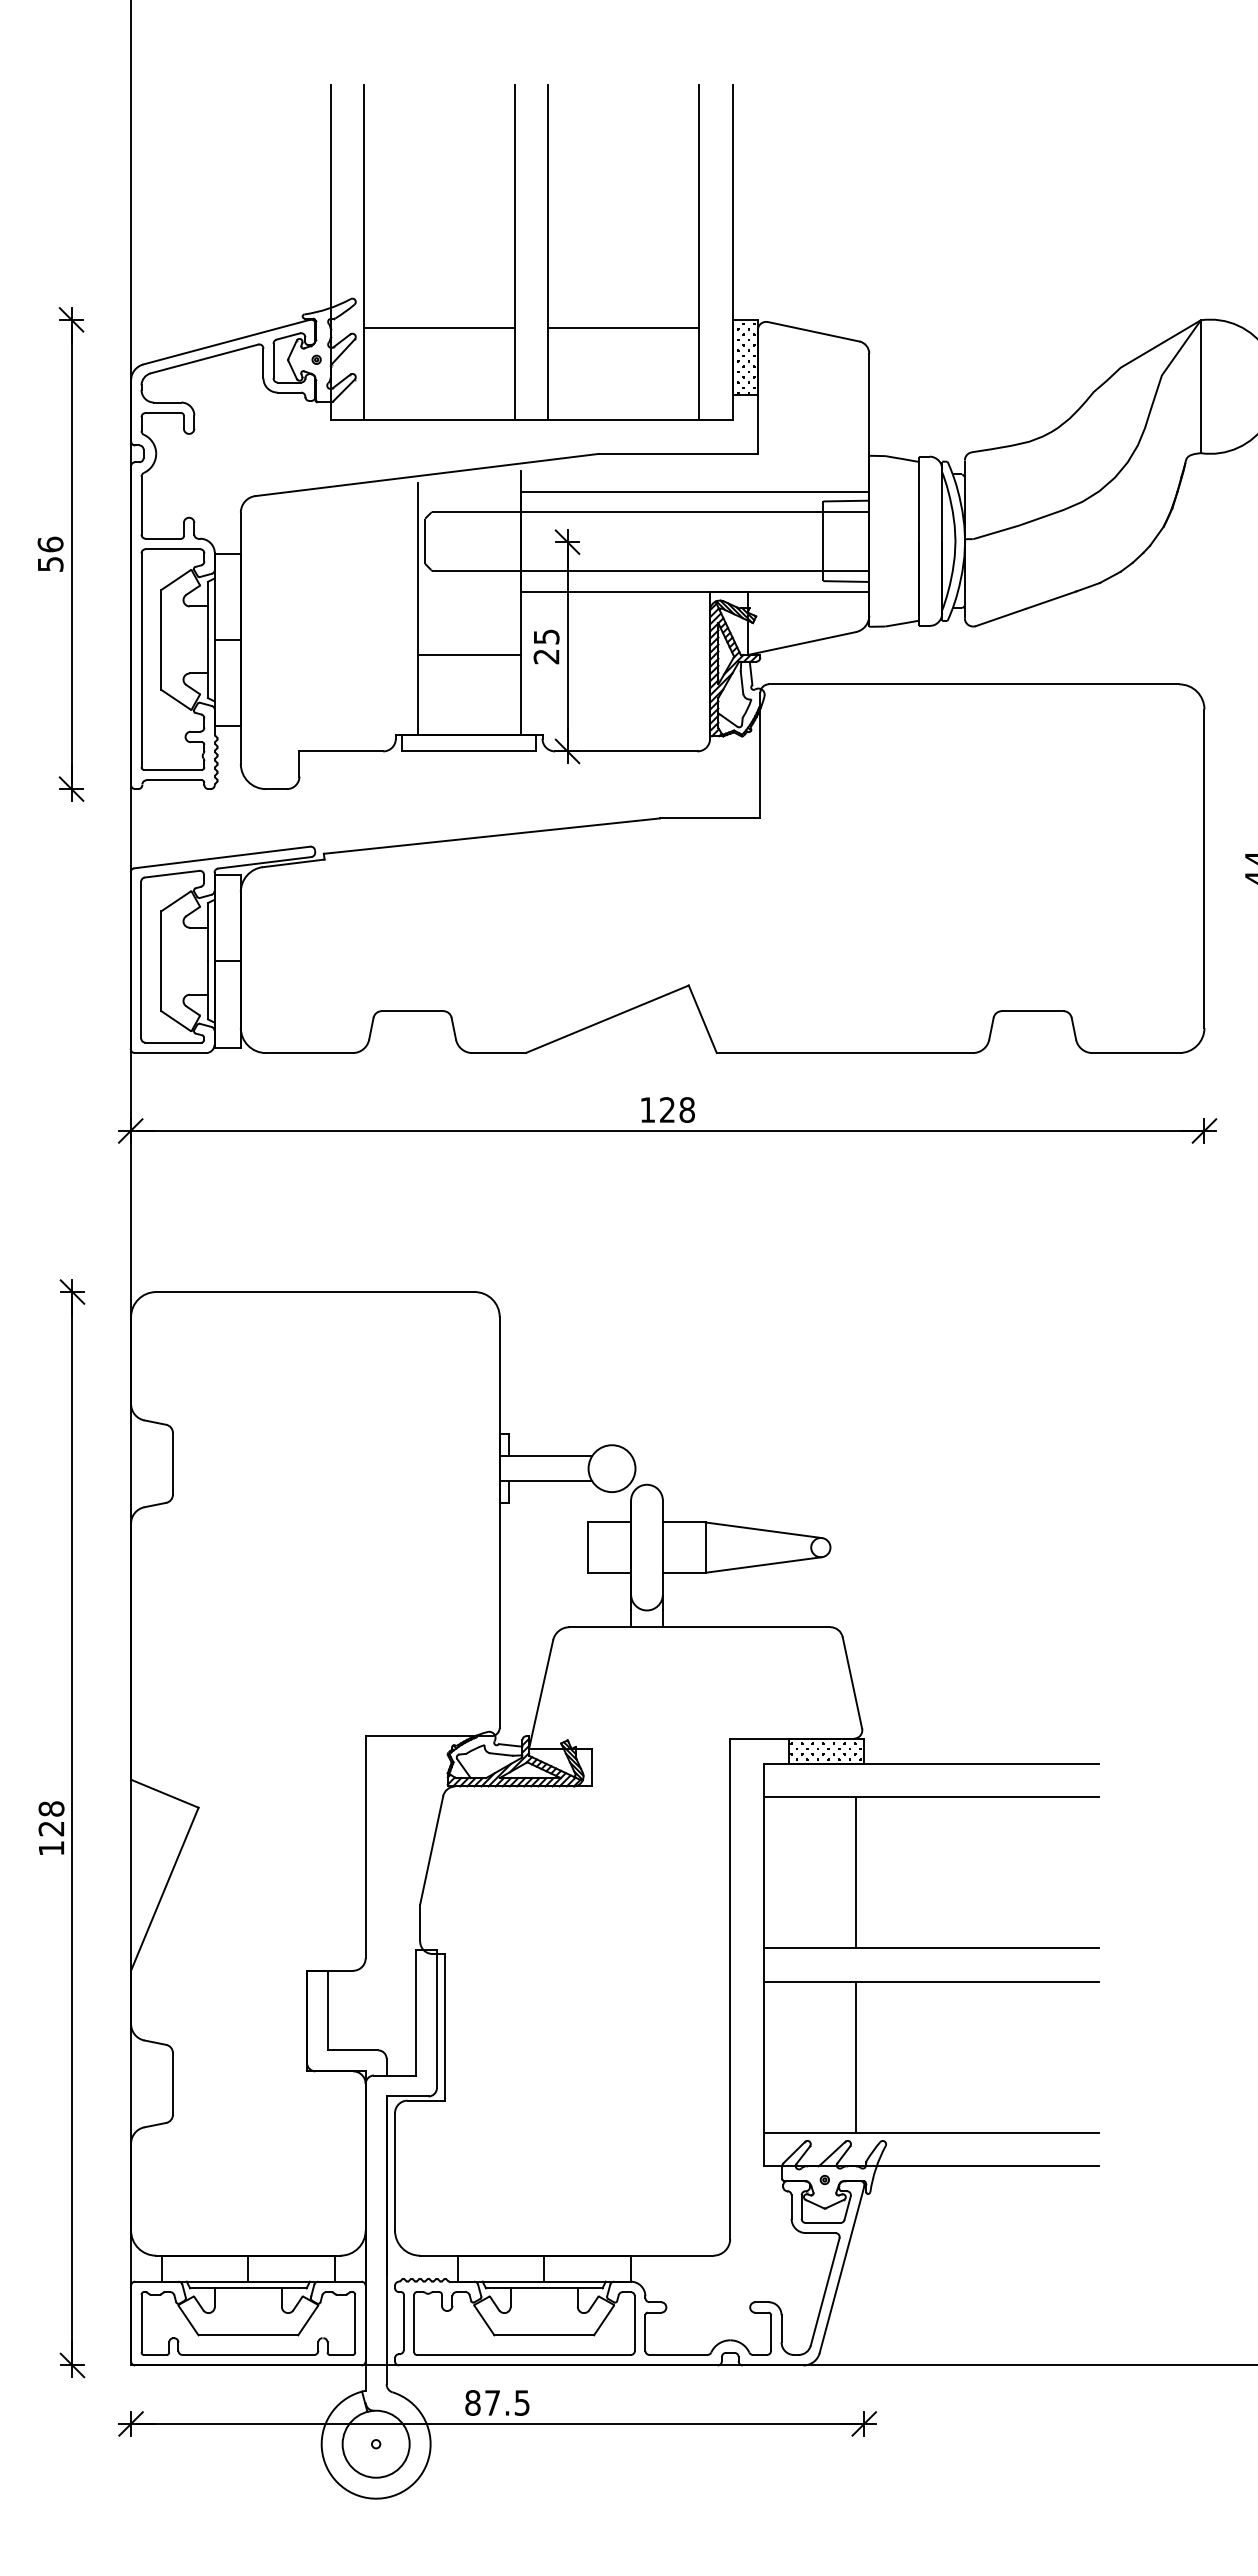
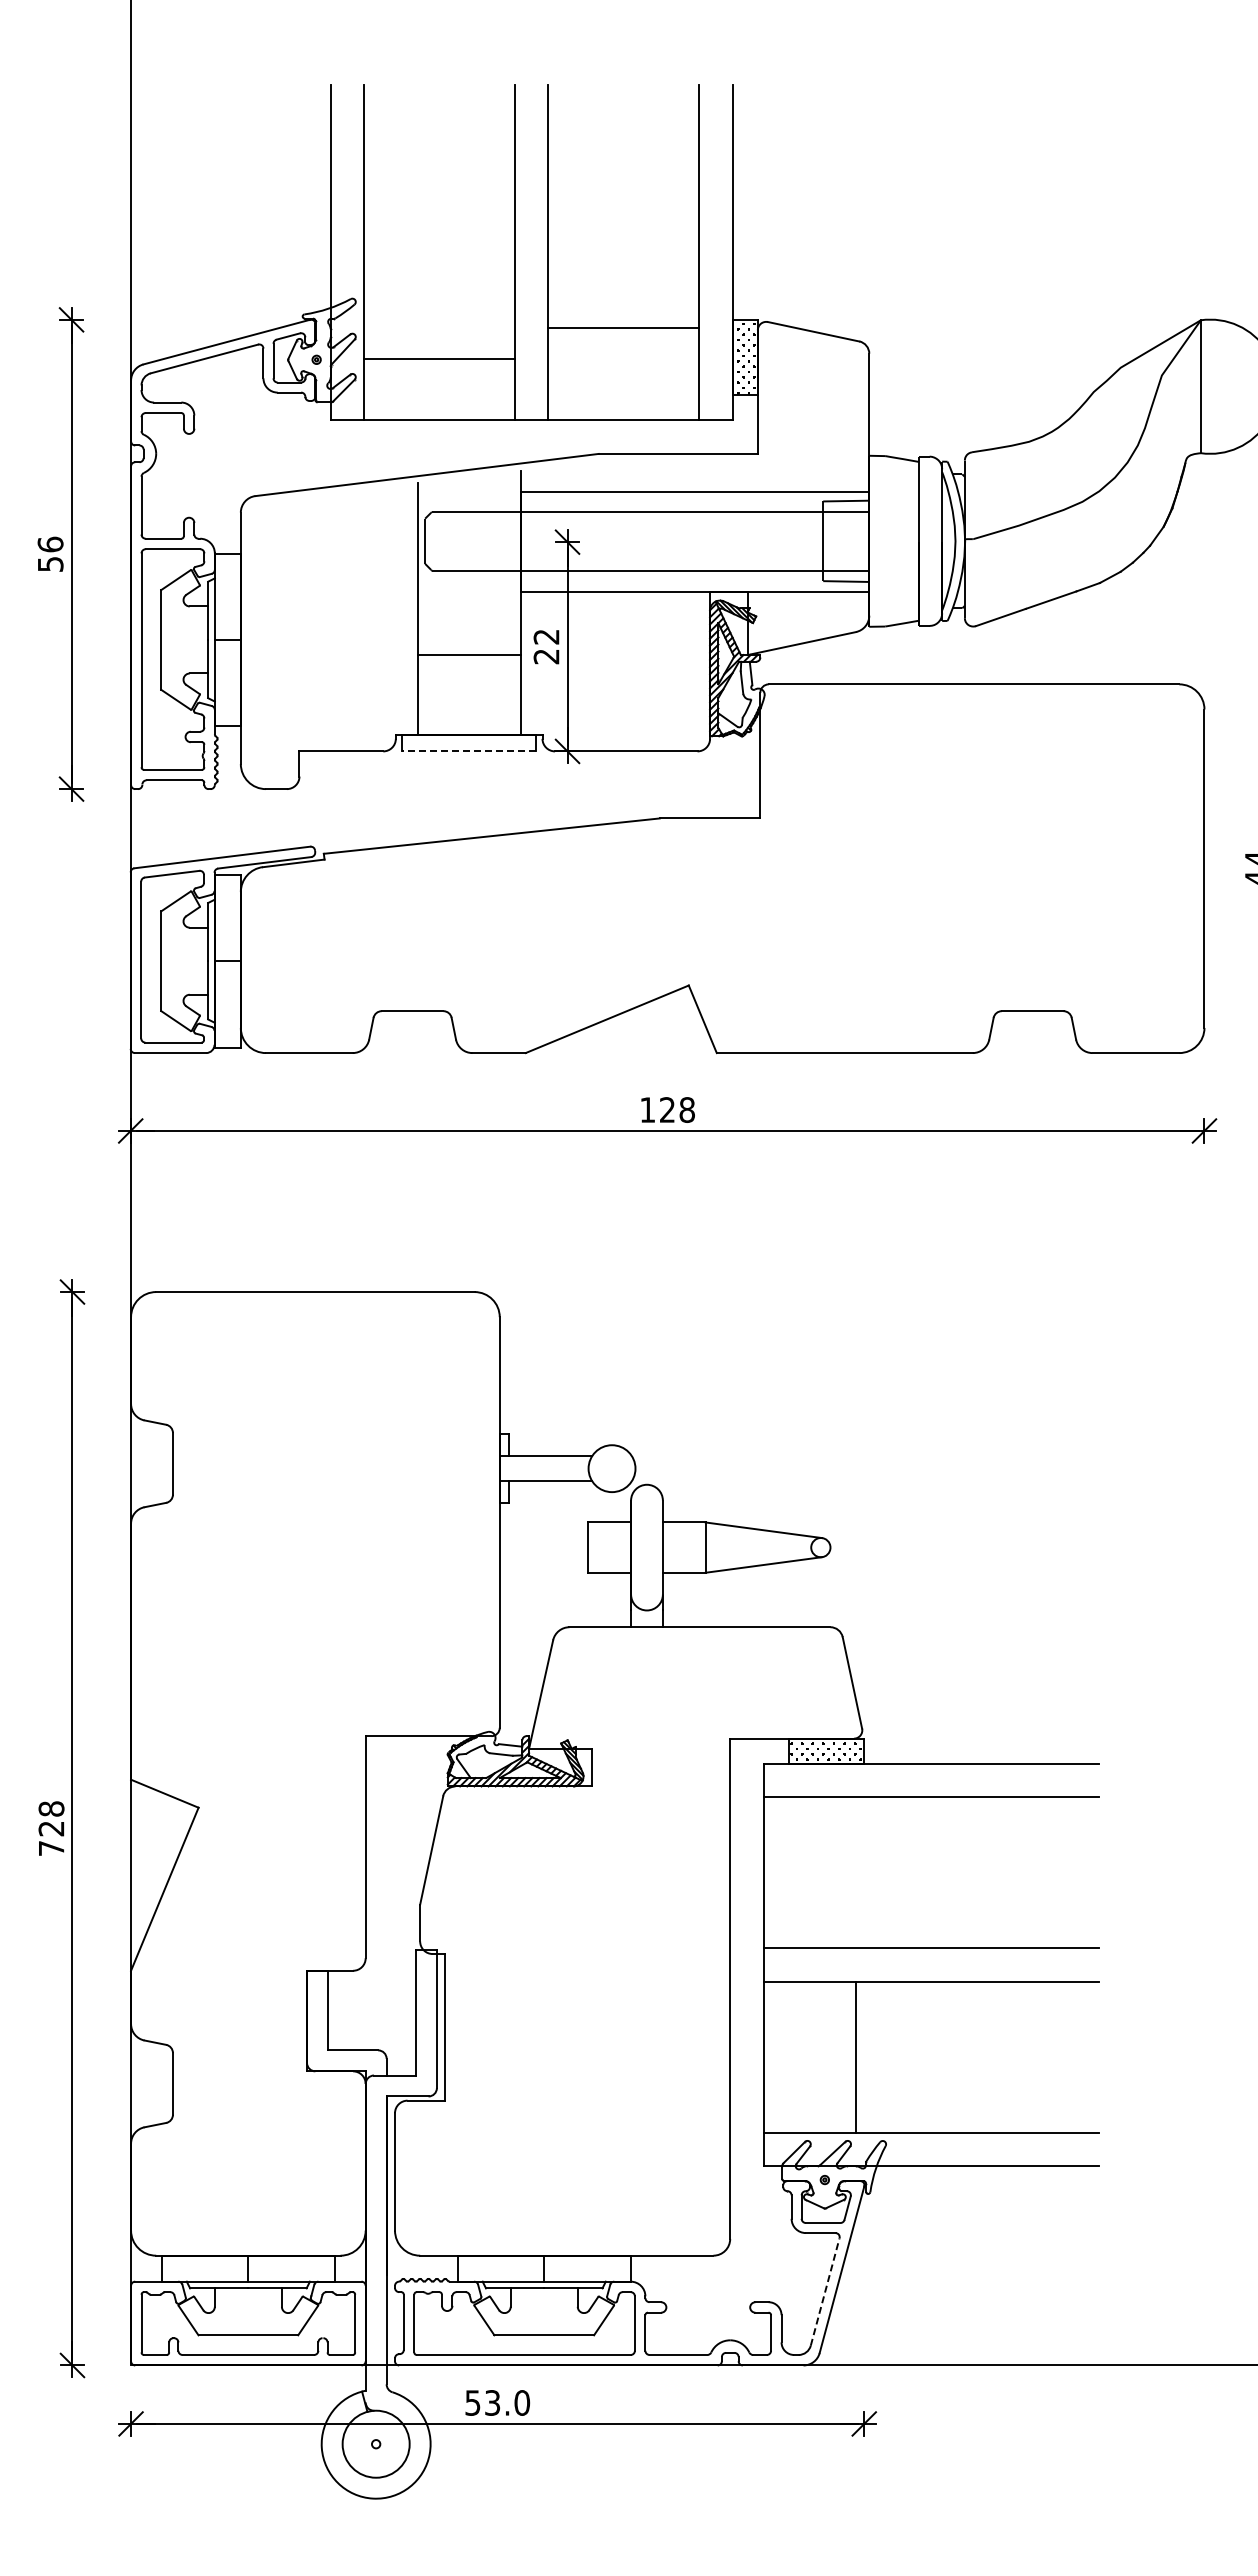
line at (439, 328) position: (439, 328) -> (439, 359)
text at (546, 636): 25 -> 22
line at (468, 751): solid -> dashed
text at (51, 1848): 128 -> 728
line at (855, 1872): present -> none
line at (825, 2291): solid -> dashed
text at (497, 2402): 87.5 -> 53.0
